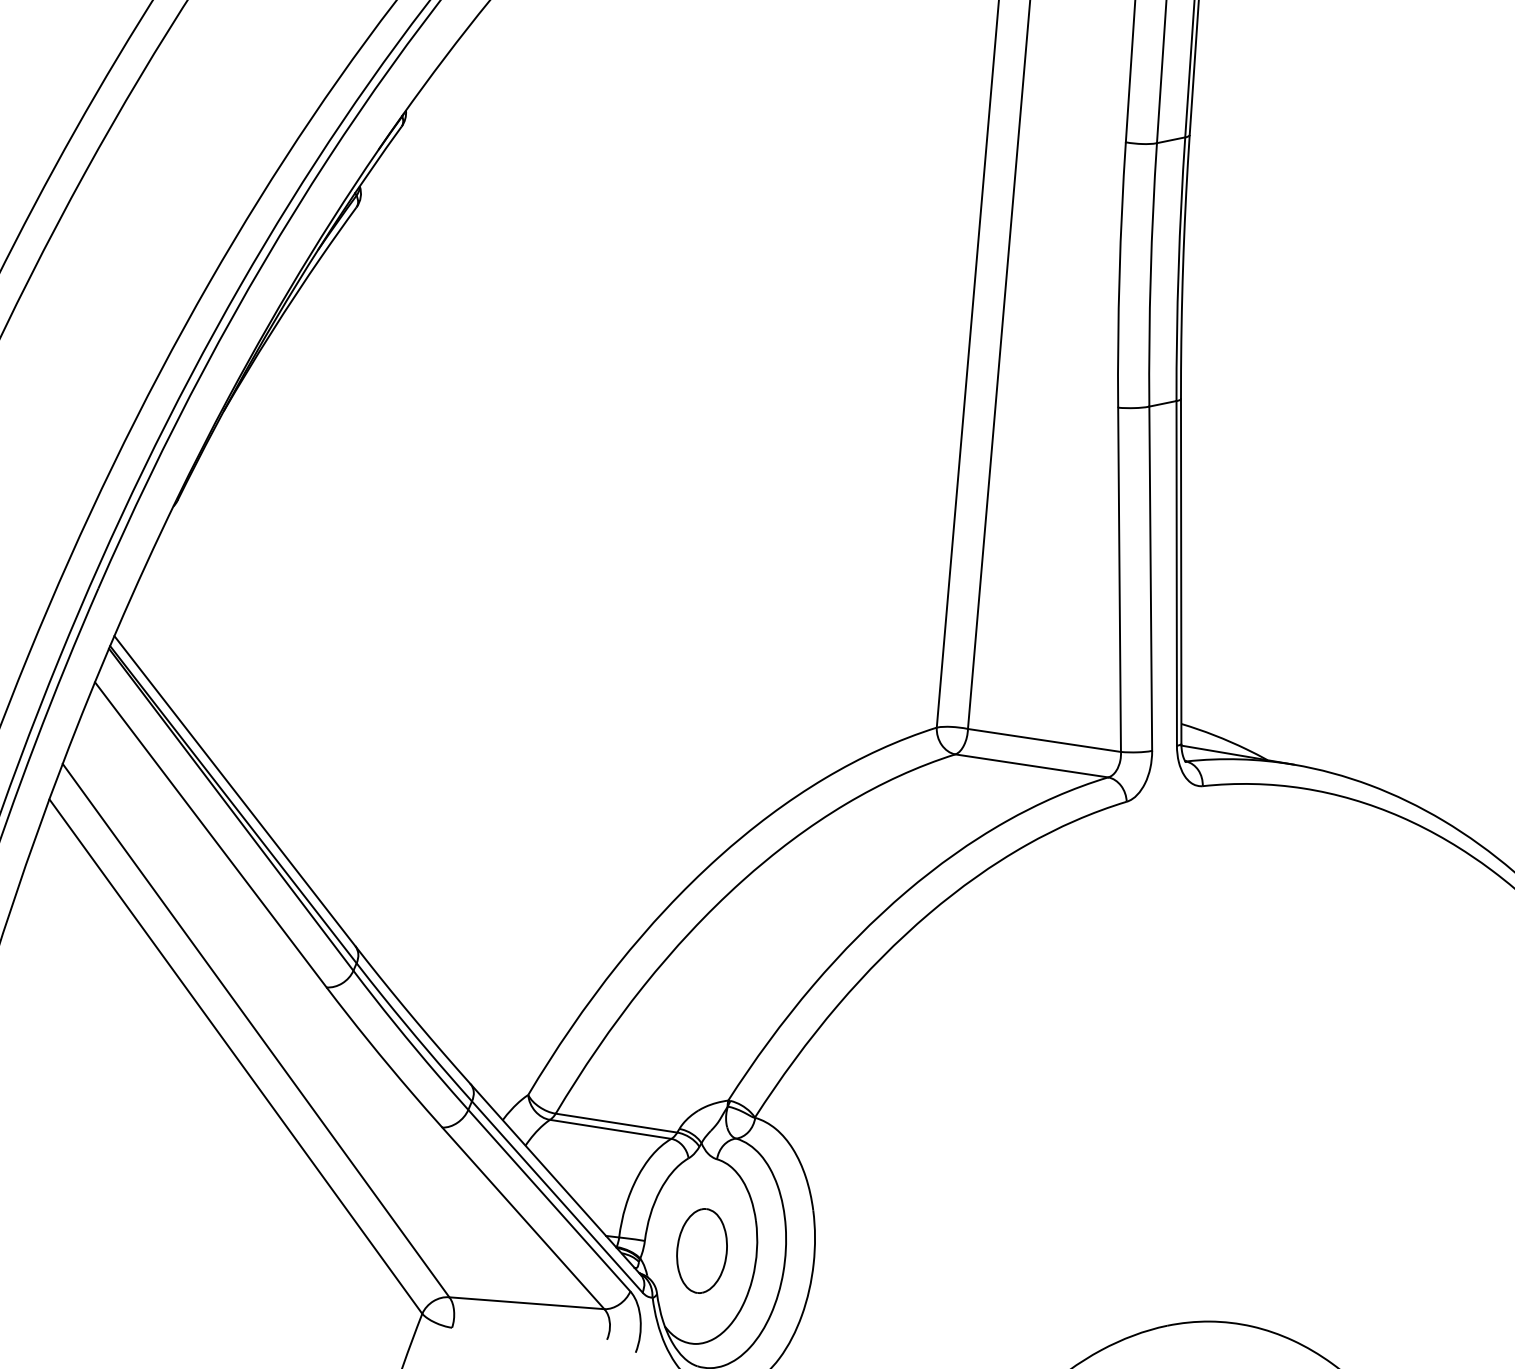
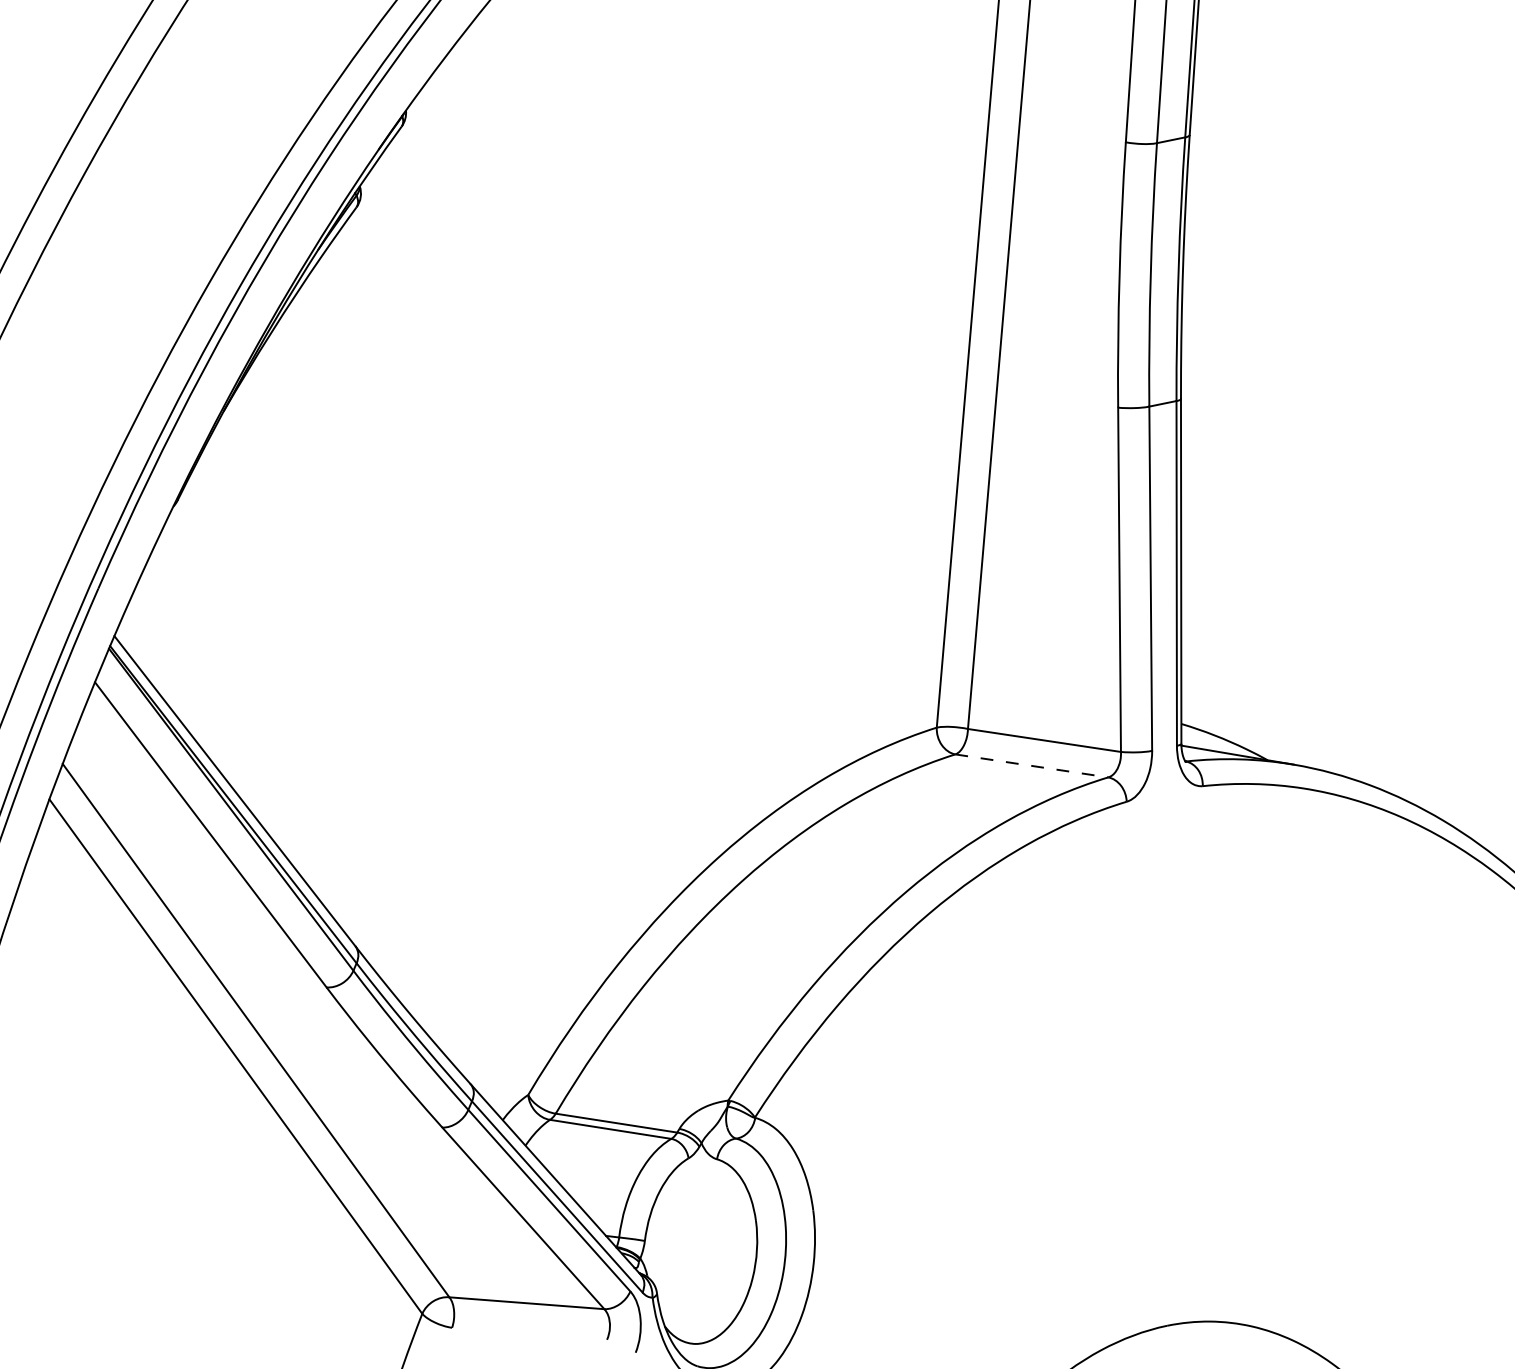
line at (1032, 765): solid -> dashed
part at (701, 1250): present -> none
